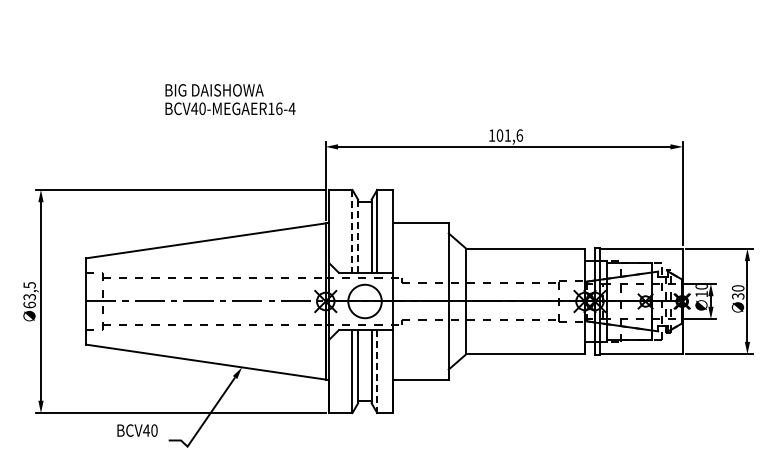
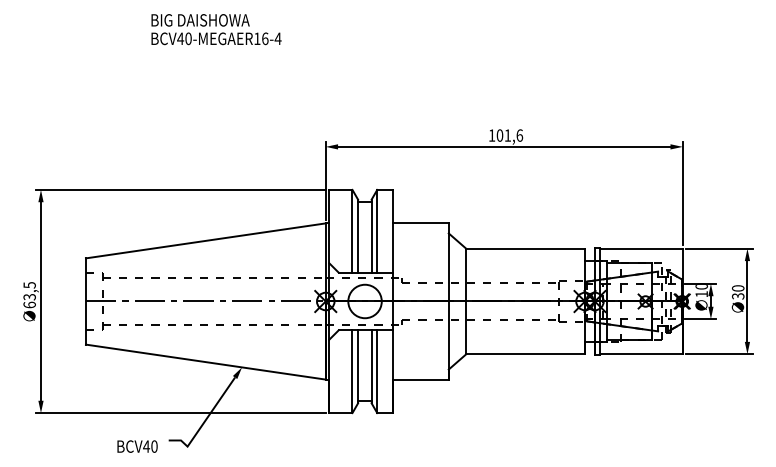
text at (230, 99) position: (230, 99) -> (216, 29)
line at (352, 231): dashed -> solid
line at (358, 236): dashed -> solid
line at (377, 372): dashed -> solid
text at (137, 430) position: (137, 430) -> (137, 446)
